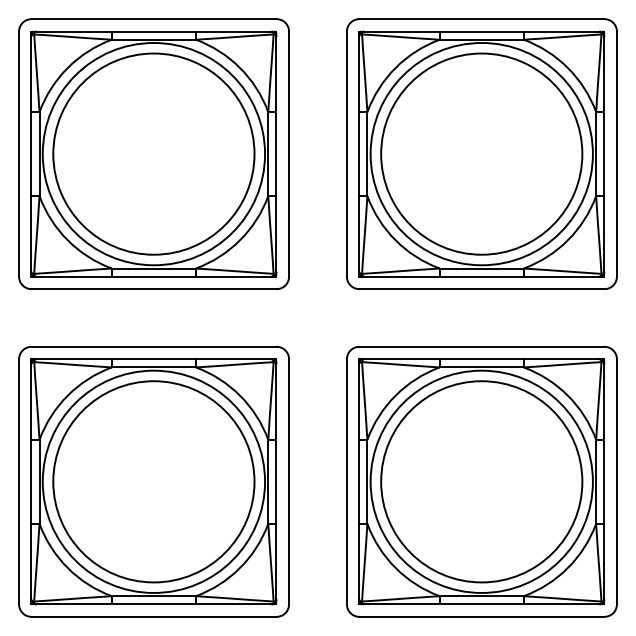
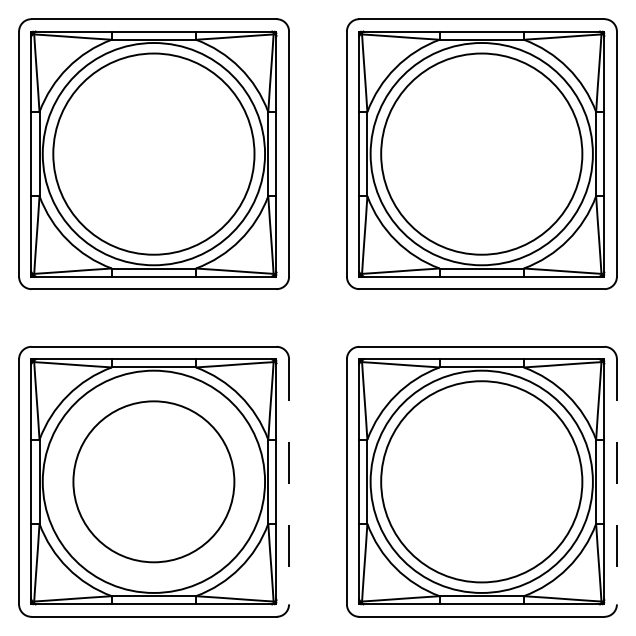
circle at (153, 481) diameter: 201 px -> 161 px
line at (289, 481): solid -> dashed
line at (616, 481): solid -> dashed
